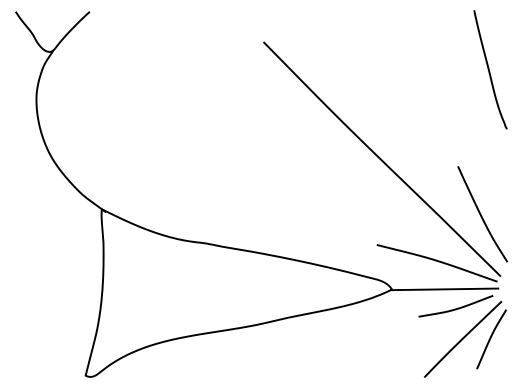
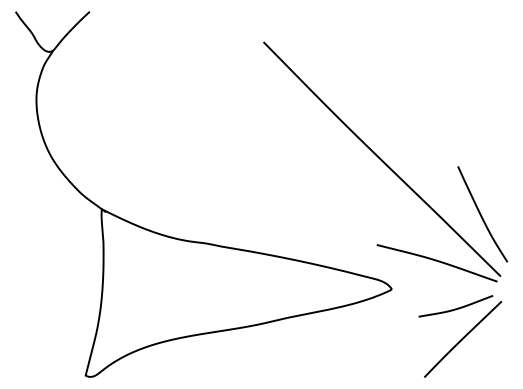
curve at (489, 69): present -> none
line at (444, 289): present -> none
curve at (491, 338): present -> none
